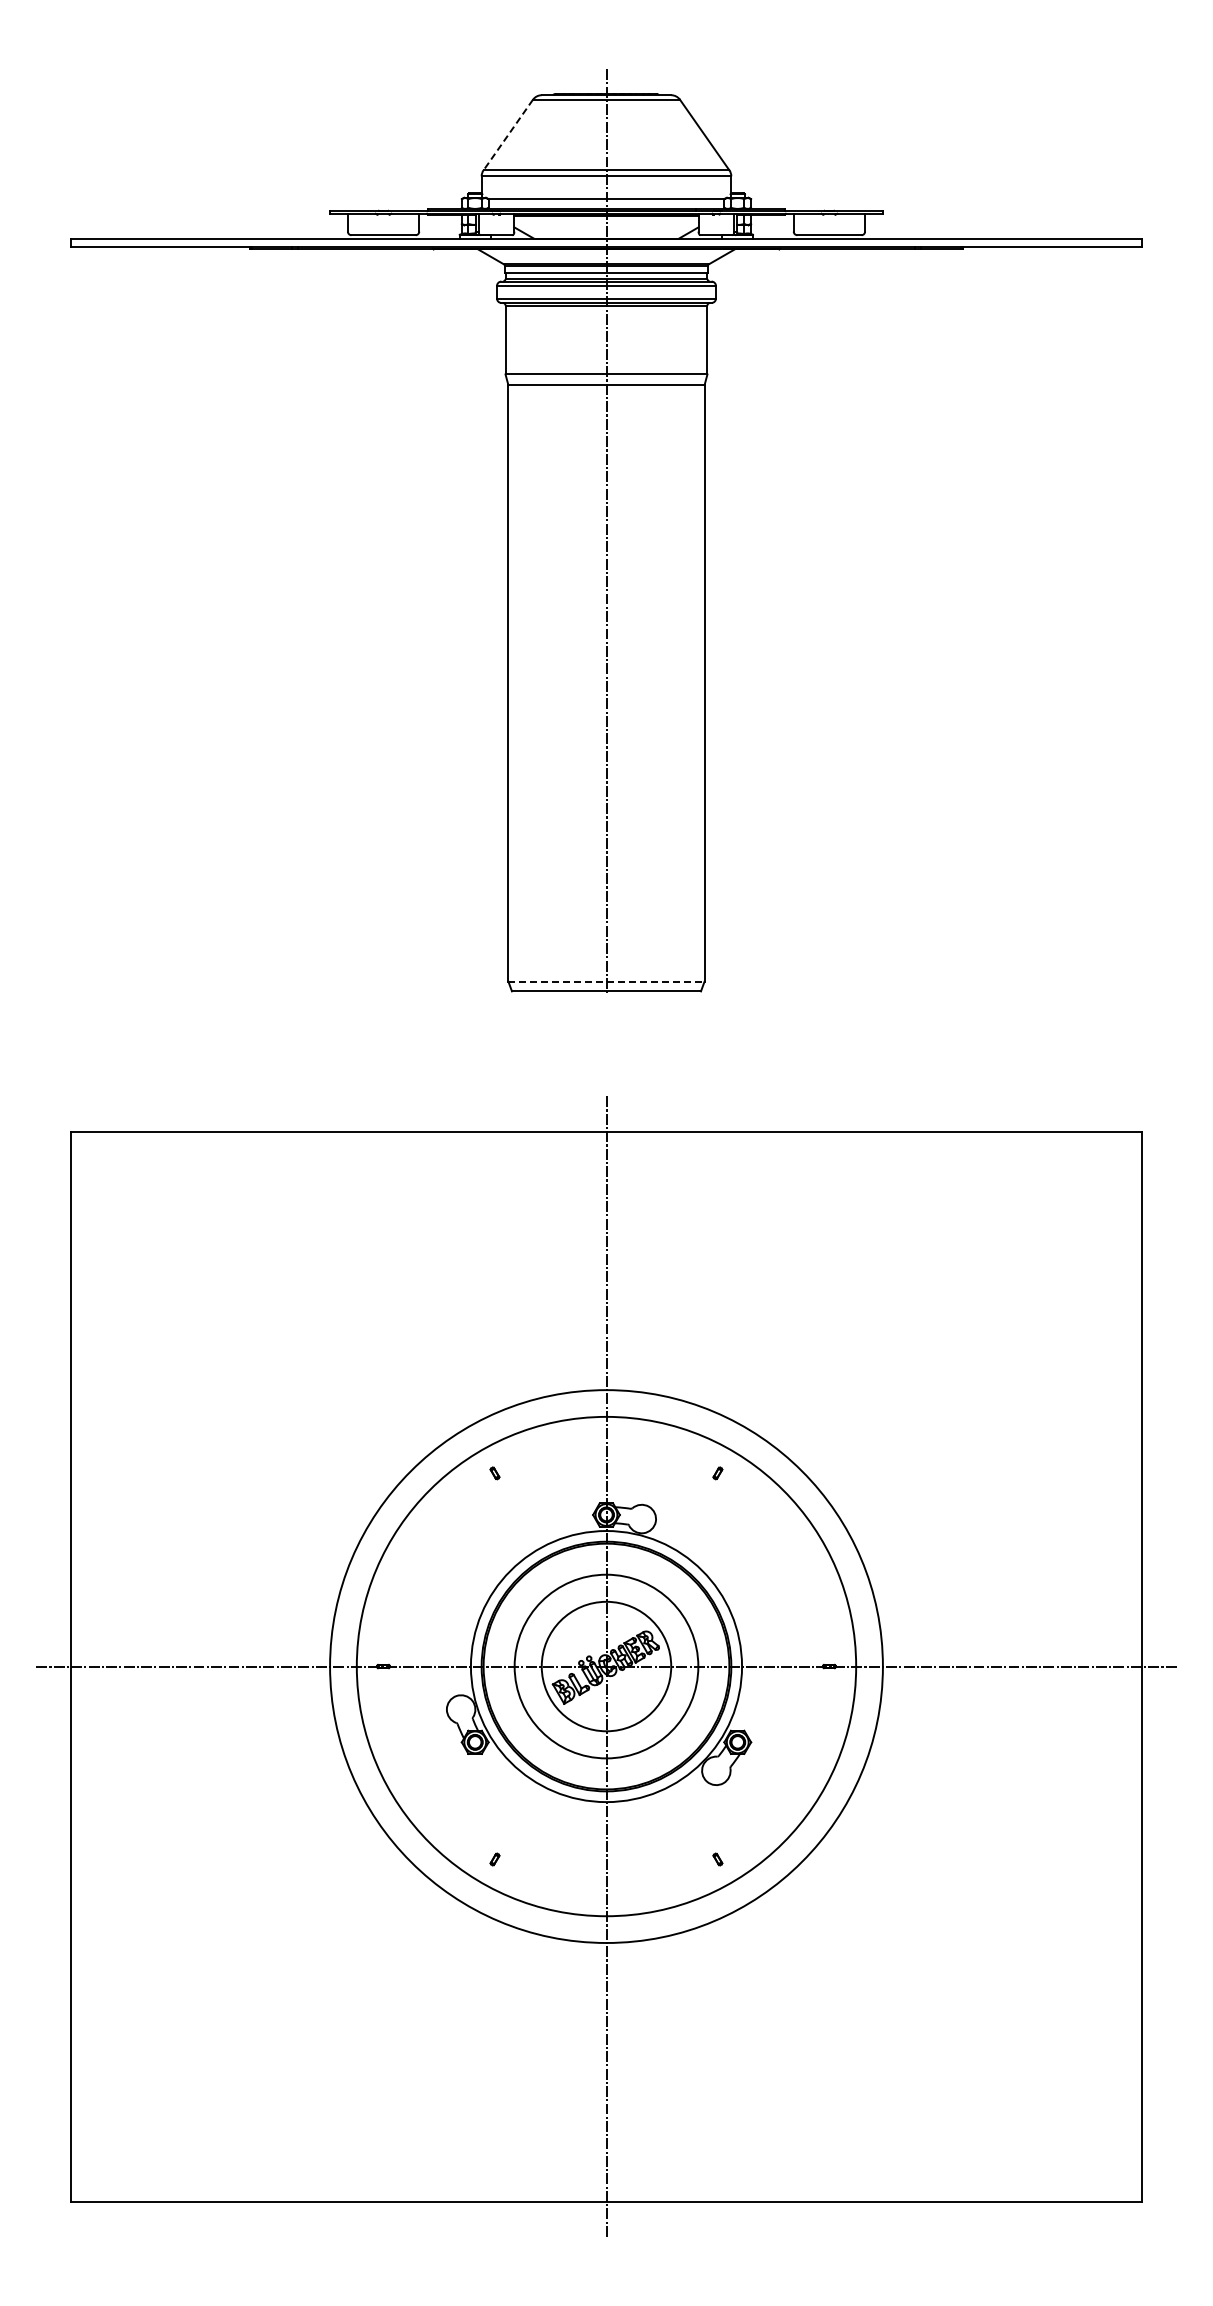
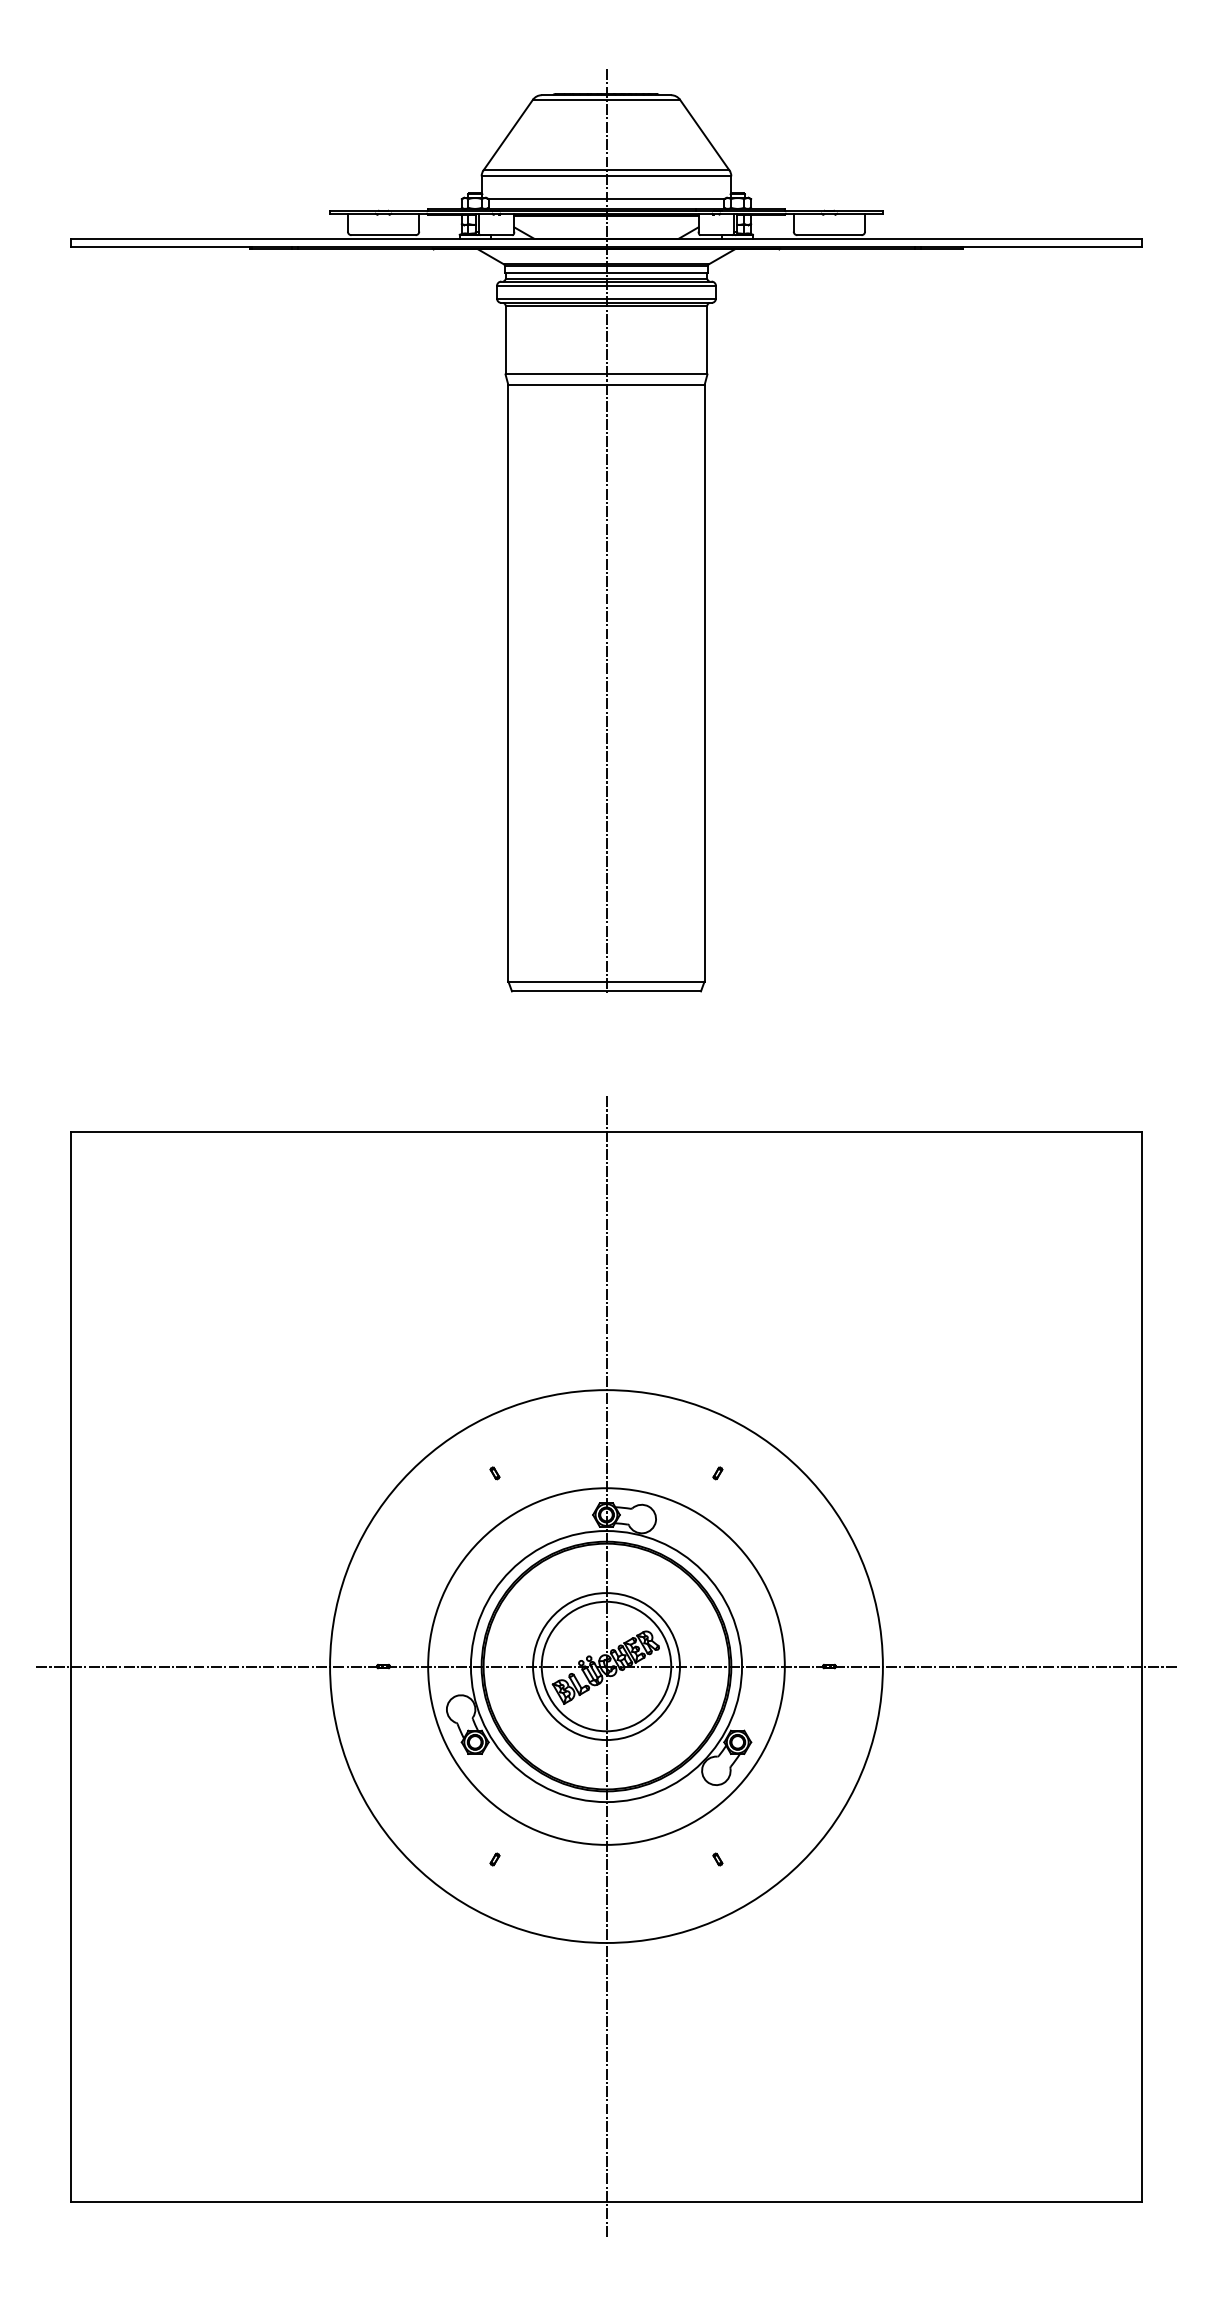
line at (508, 135): dashed -> solid
line at (606, 981): dashed -> solid
circle at (606, 1666) diameter: 184 px -> 147 px
circle at (606, 1666) diameter: 499 px -> 357 px
